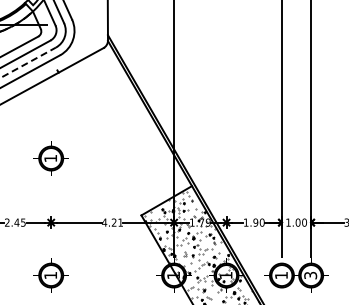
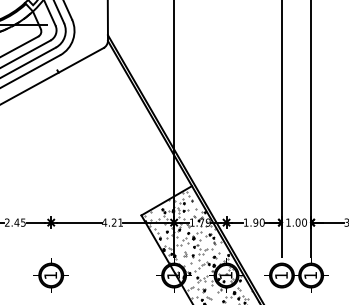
line at (27, 62): dashed -> solid
part at (50, 158): present -> none
text at (310, 275): 3 -> 1
